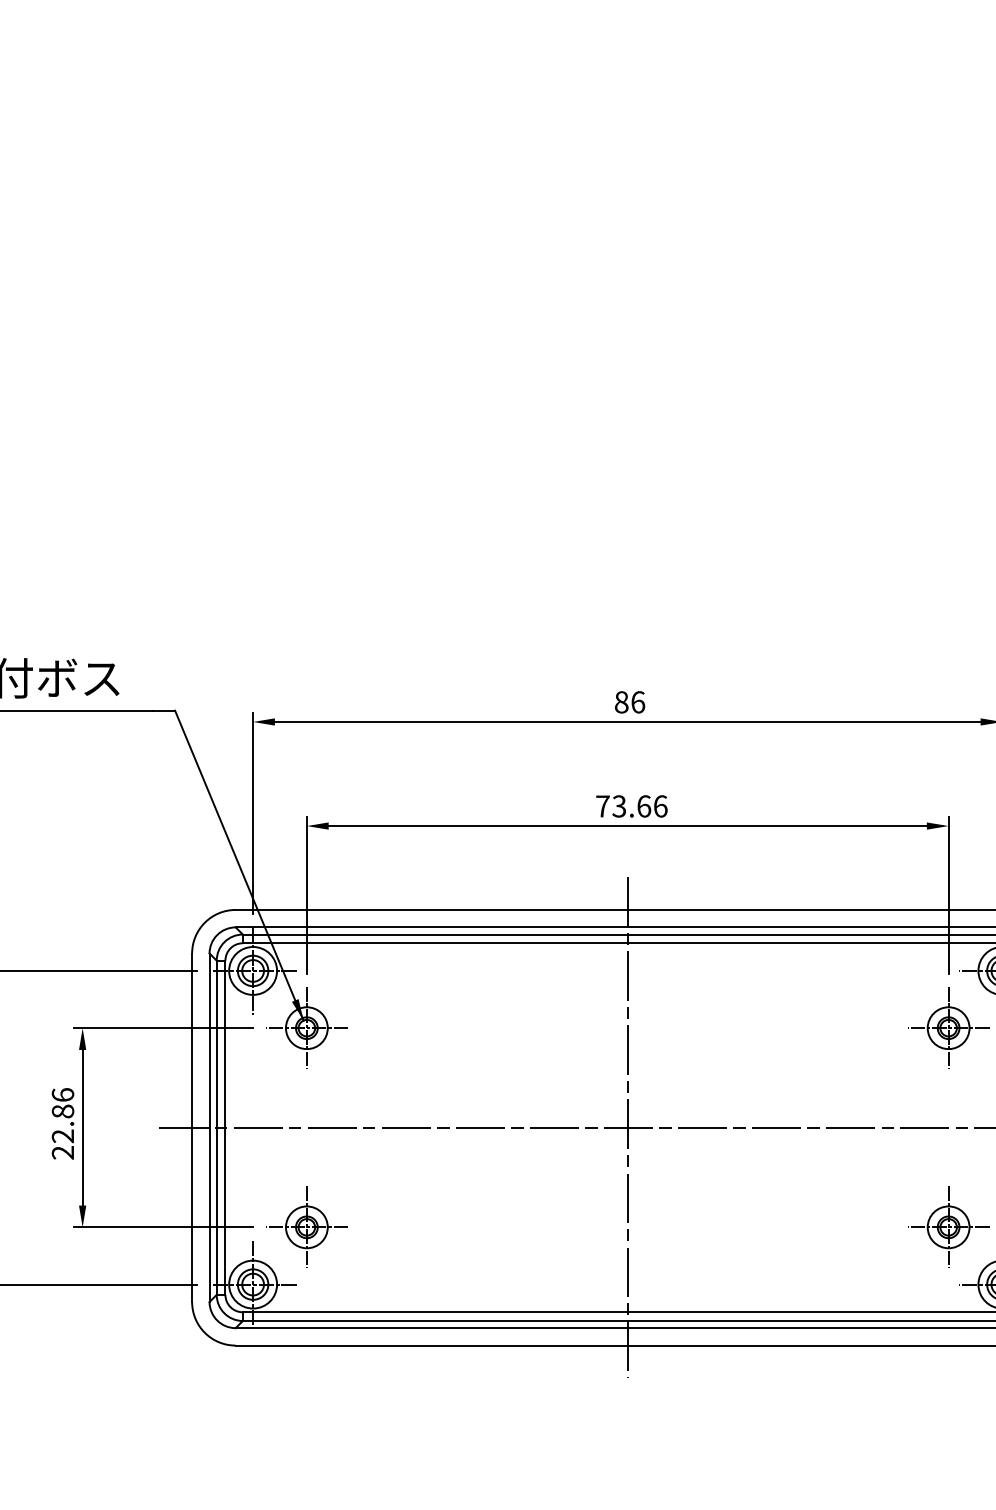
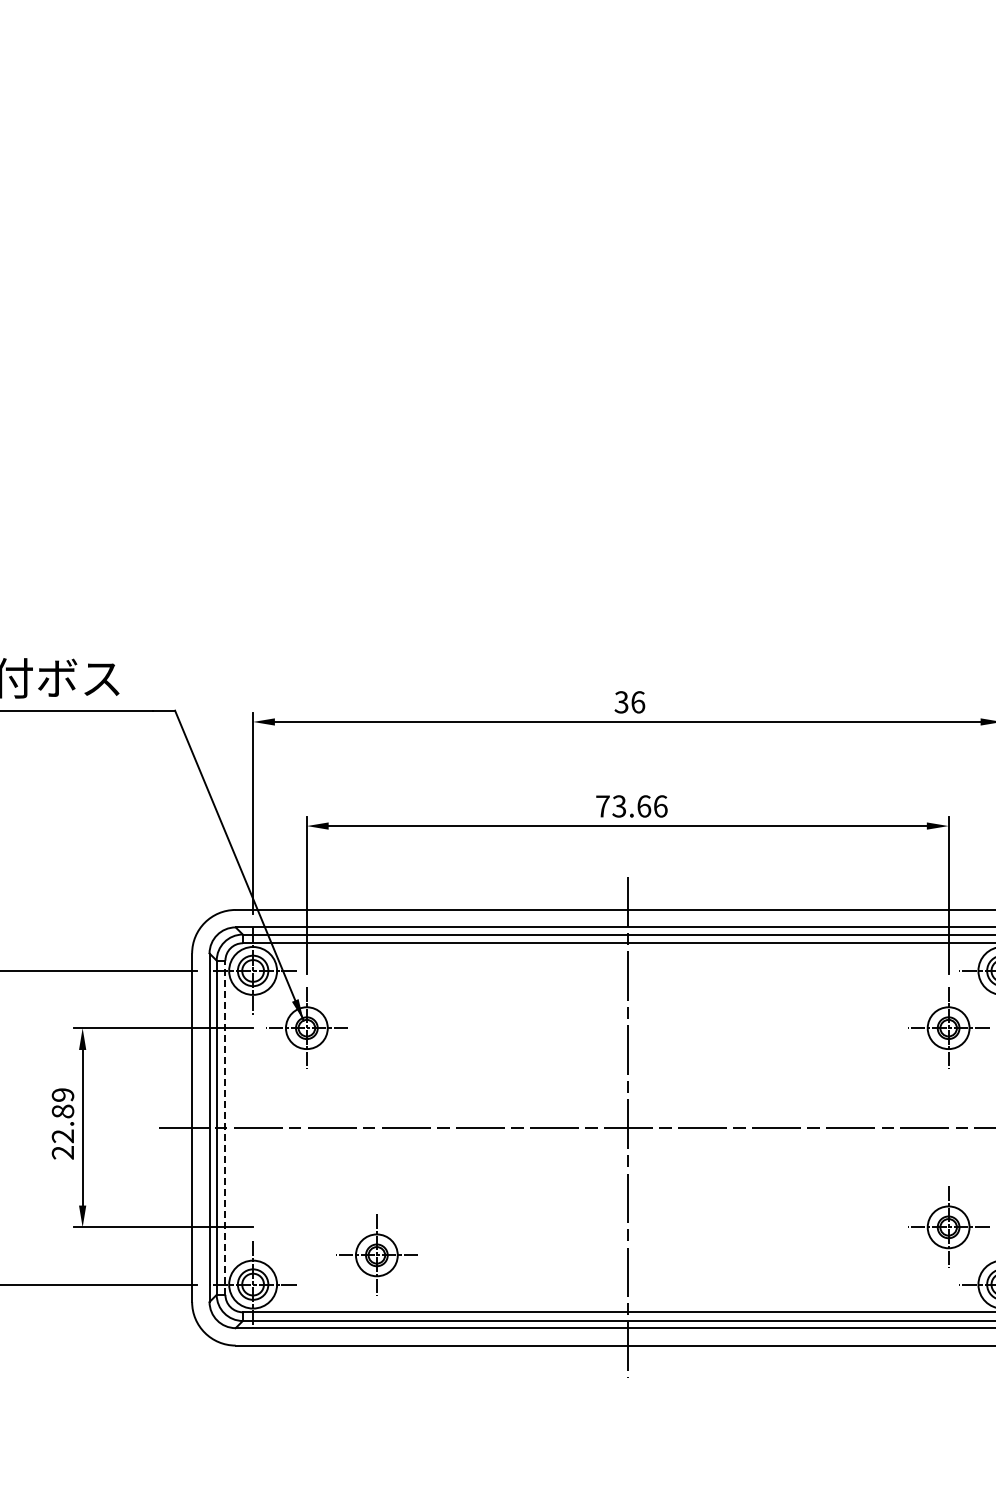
text at (621, 702): 86 -> 36
text at (62, 1094): 22.86 -> 22.89
line at (225, 1127): solid -> dashed
part at (306, 1226) position: (306, 1226) -> (376, 1254)
